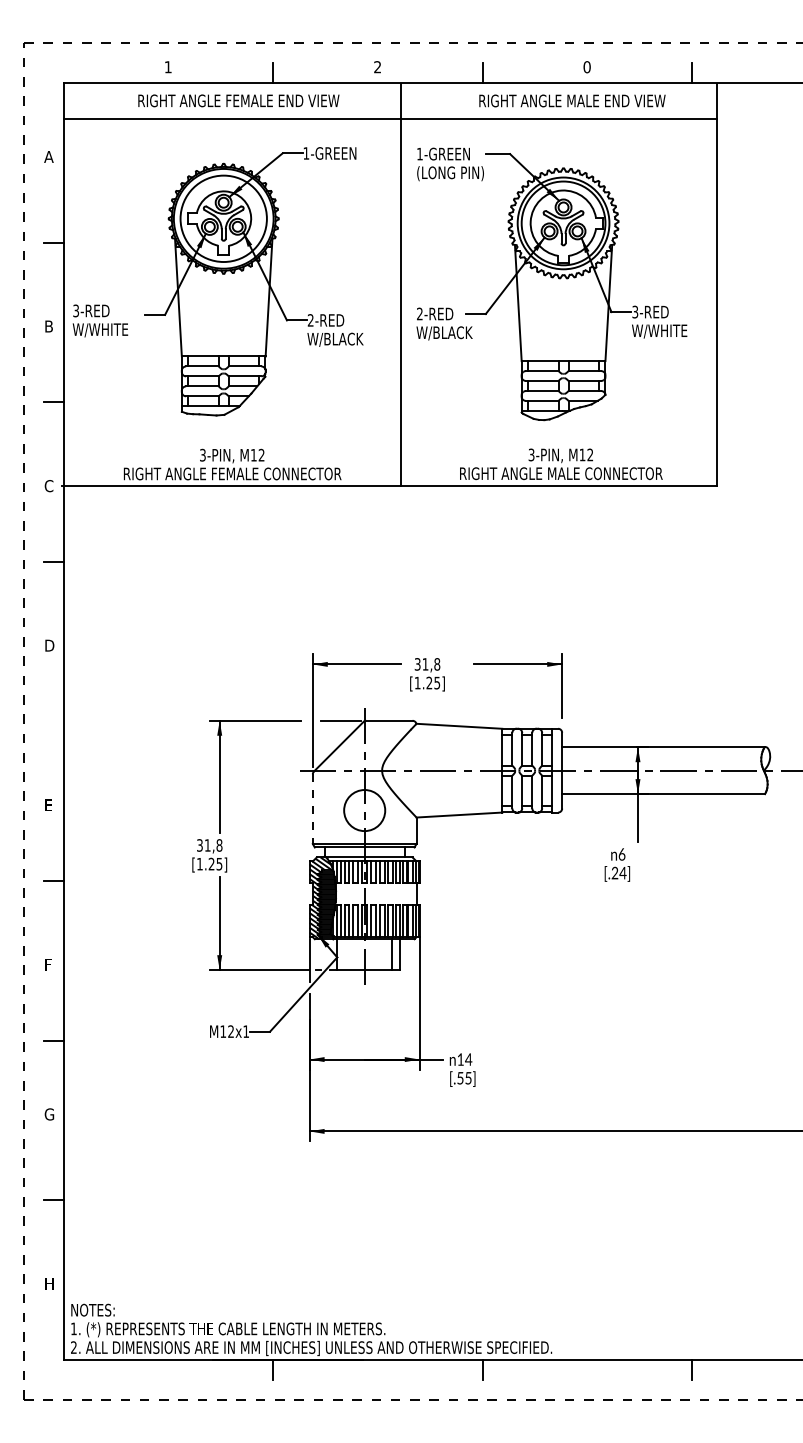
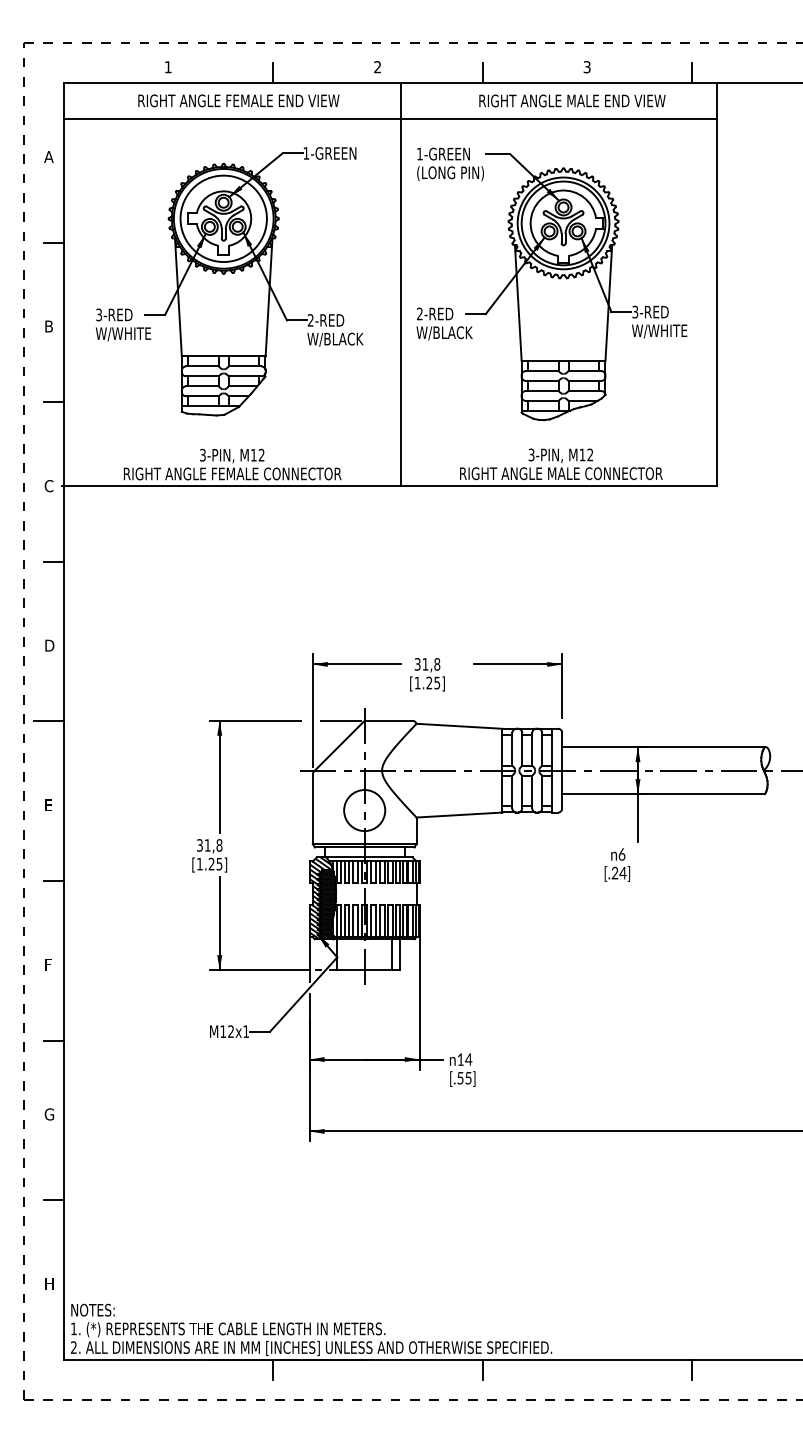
text at (586, 67): 0 -> 3
text at (100, 320) position: (100, 320) -> (123, 324)
line at (48, 721): none -> present
line at (312, 809): dashed -> solid
